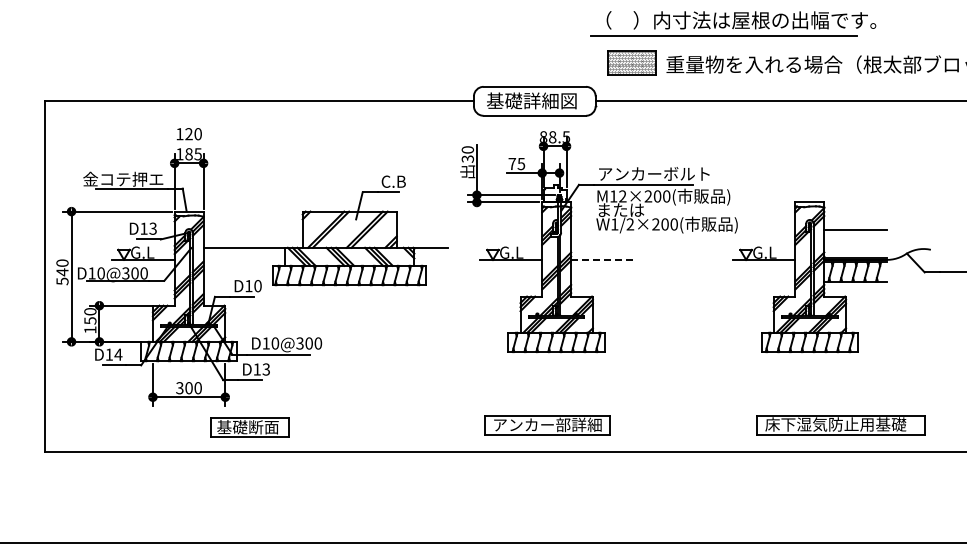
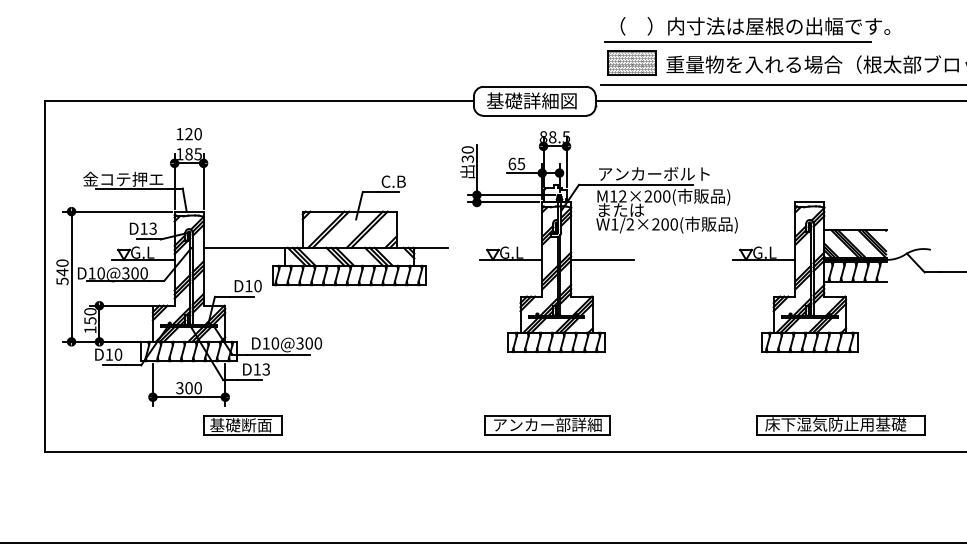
part at (733, 23) position: (733, 23) -> (747, 29)
line at (781, 84): none -> present
text at (512, 163): 75 -> 65
hatch at (855, 243): none -> present
line at (602, 259): dashed -> solid
text at (118, 354): D14 -> D10
part at (249, 427) position: (249, 427) -> (242, 425)
